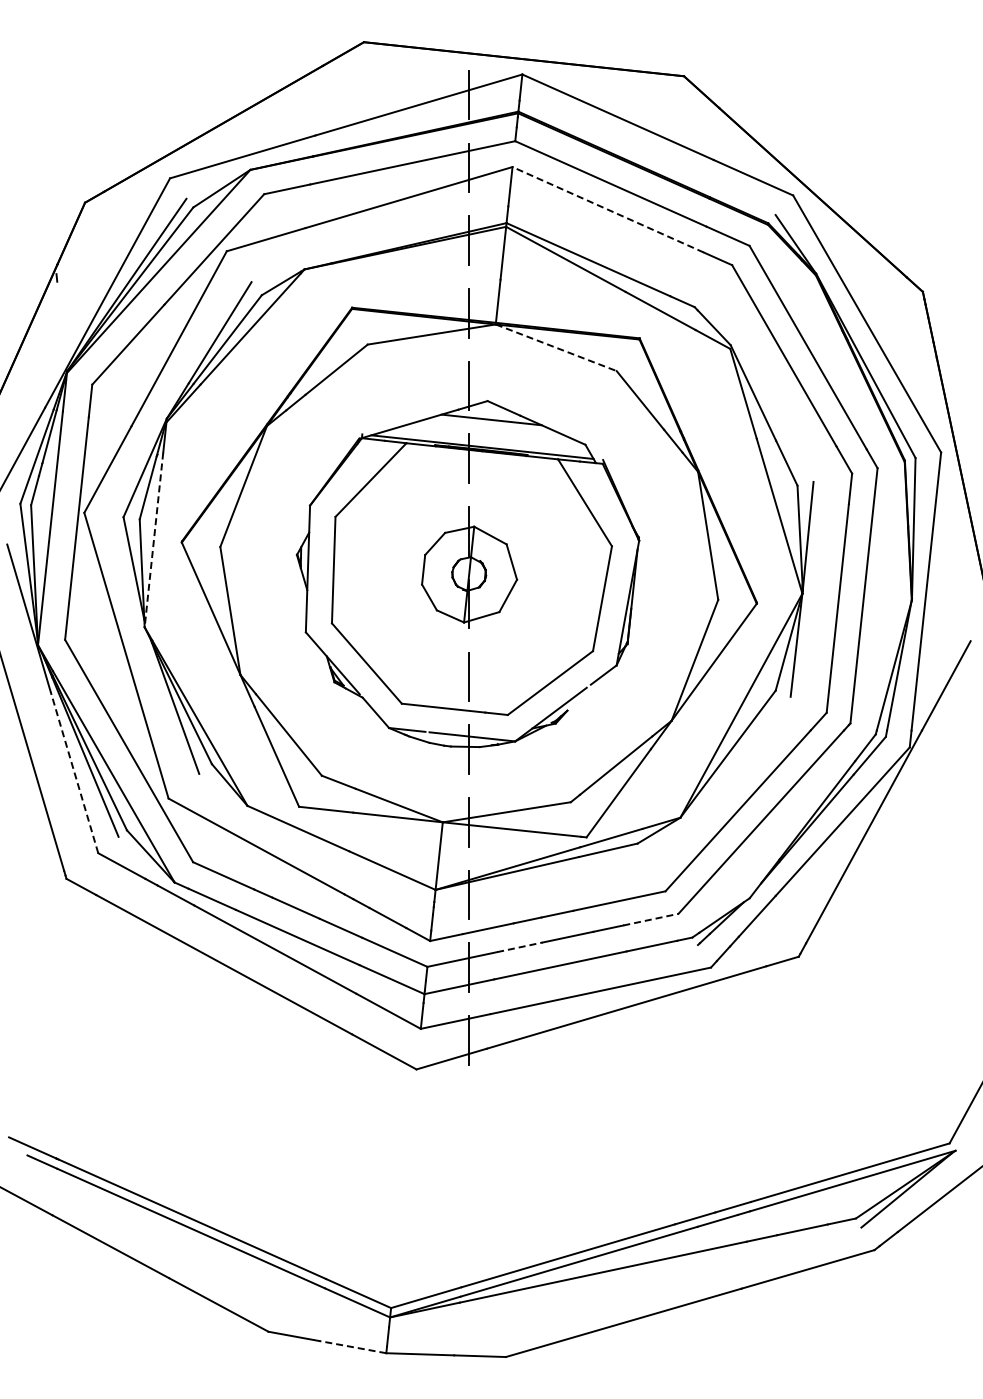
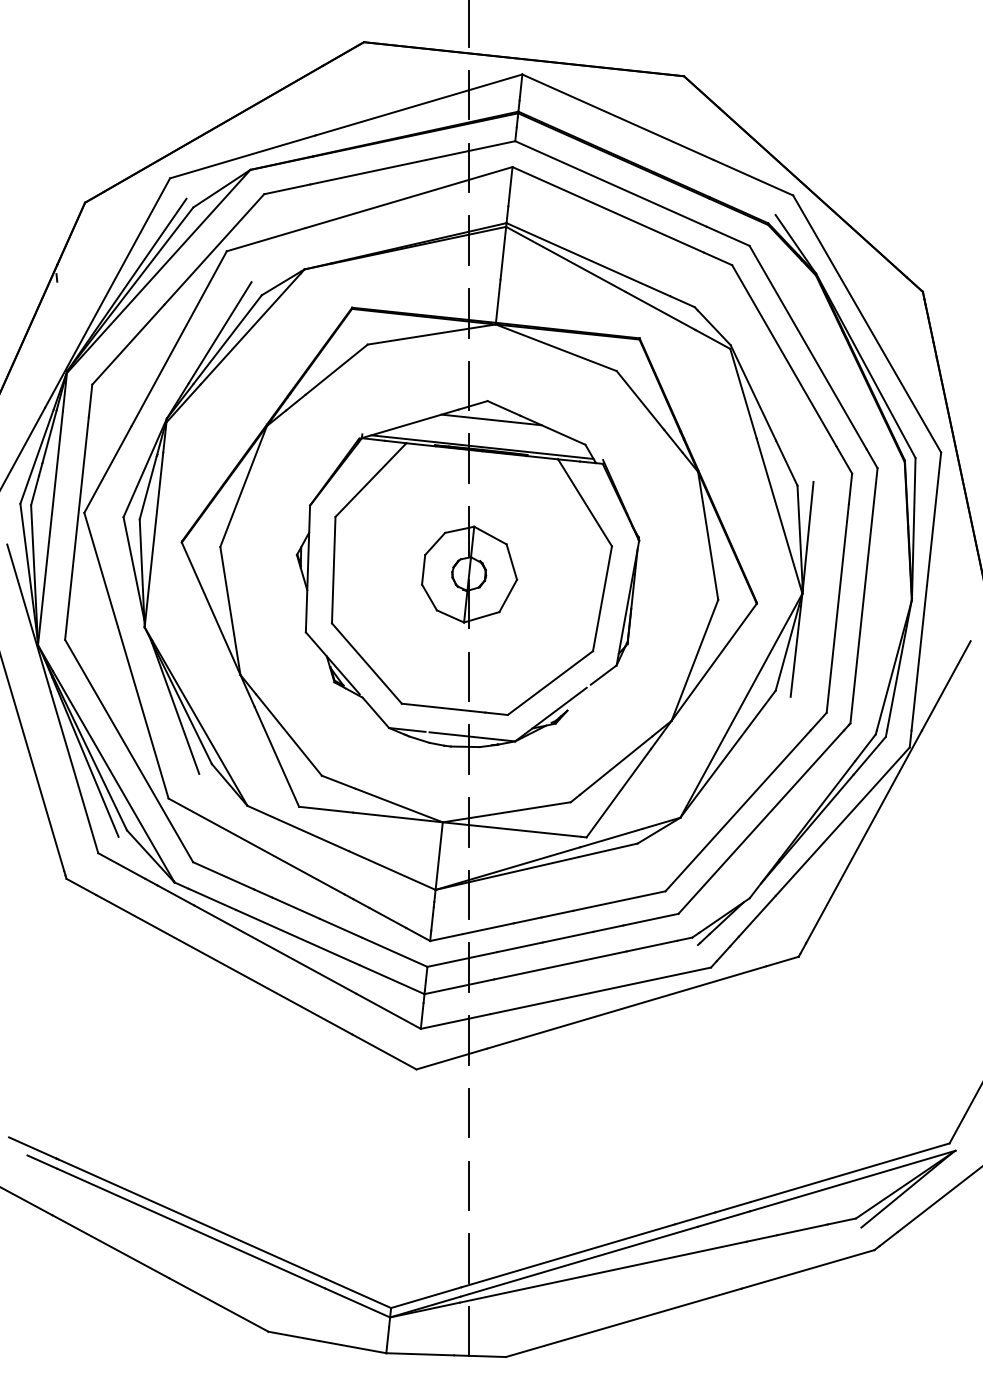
line at (469, 24): none -> present
line at (608, 209): dashed -> solid
line at (556, 347): dashed -> solid
line at (153, 539): dashed -> solid
line at (74, 772): dashed -> solid
line at (651, 919): dashed -> solid
line at (520, 947): dashed -> solid
line at (469, 1112): none -> present
line at (468, 1185): none -> present
line at (469, 1258): none -> present
line at (469, 1331): none -> present
line at (352, 1347): dashed -> solid
